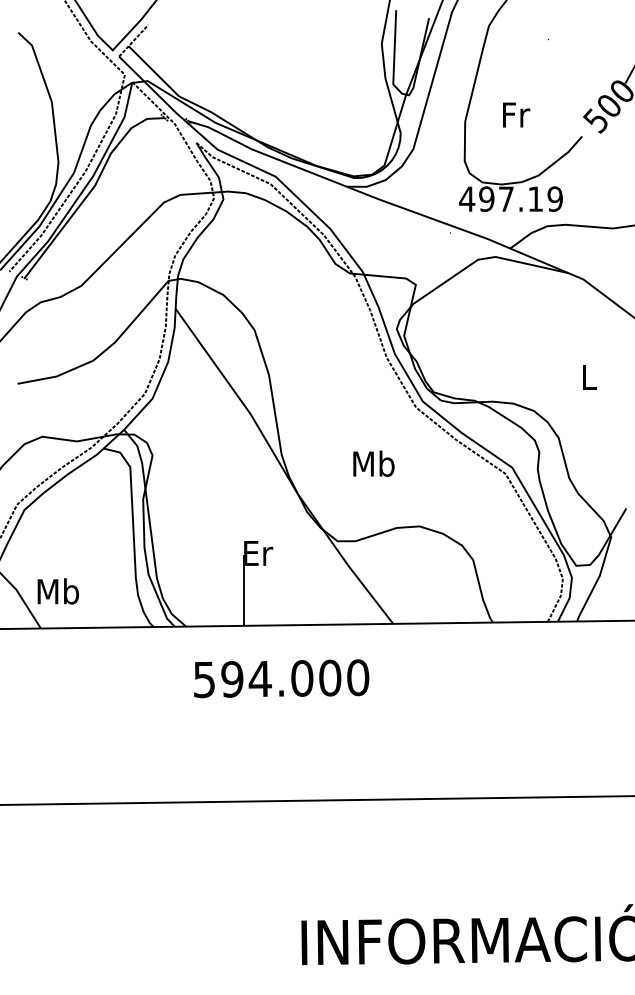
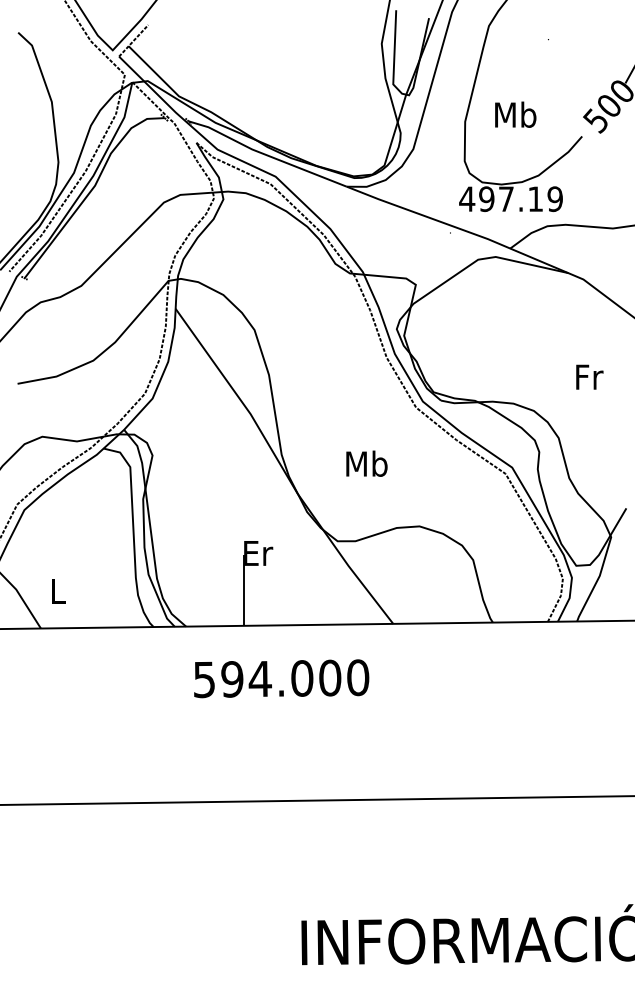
text at (515, 114): Fr -> Mb
text at (589, 376): L -> Fr
text at (373, 463) position: (373, 463) -> (366, 463)
text at (57, 591): Mb -> L
